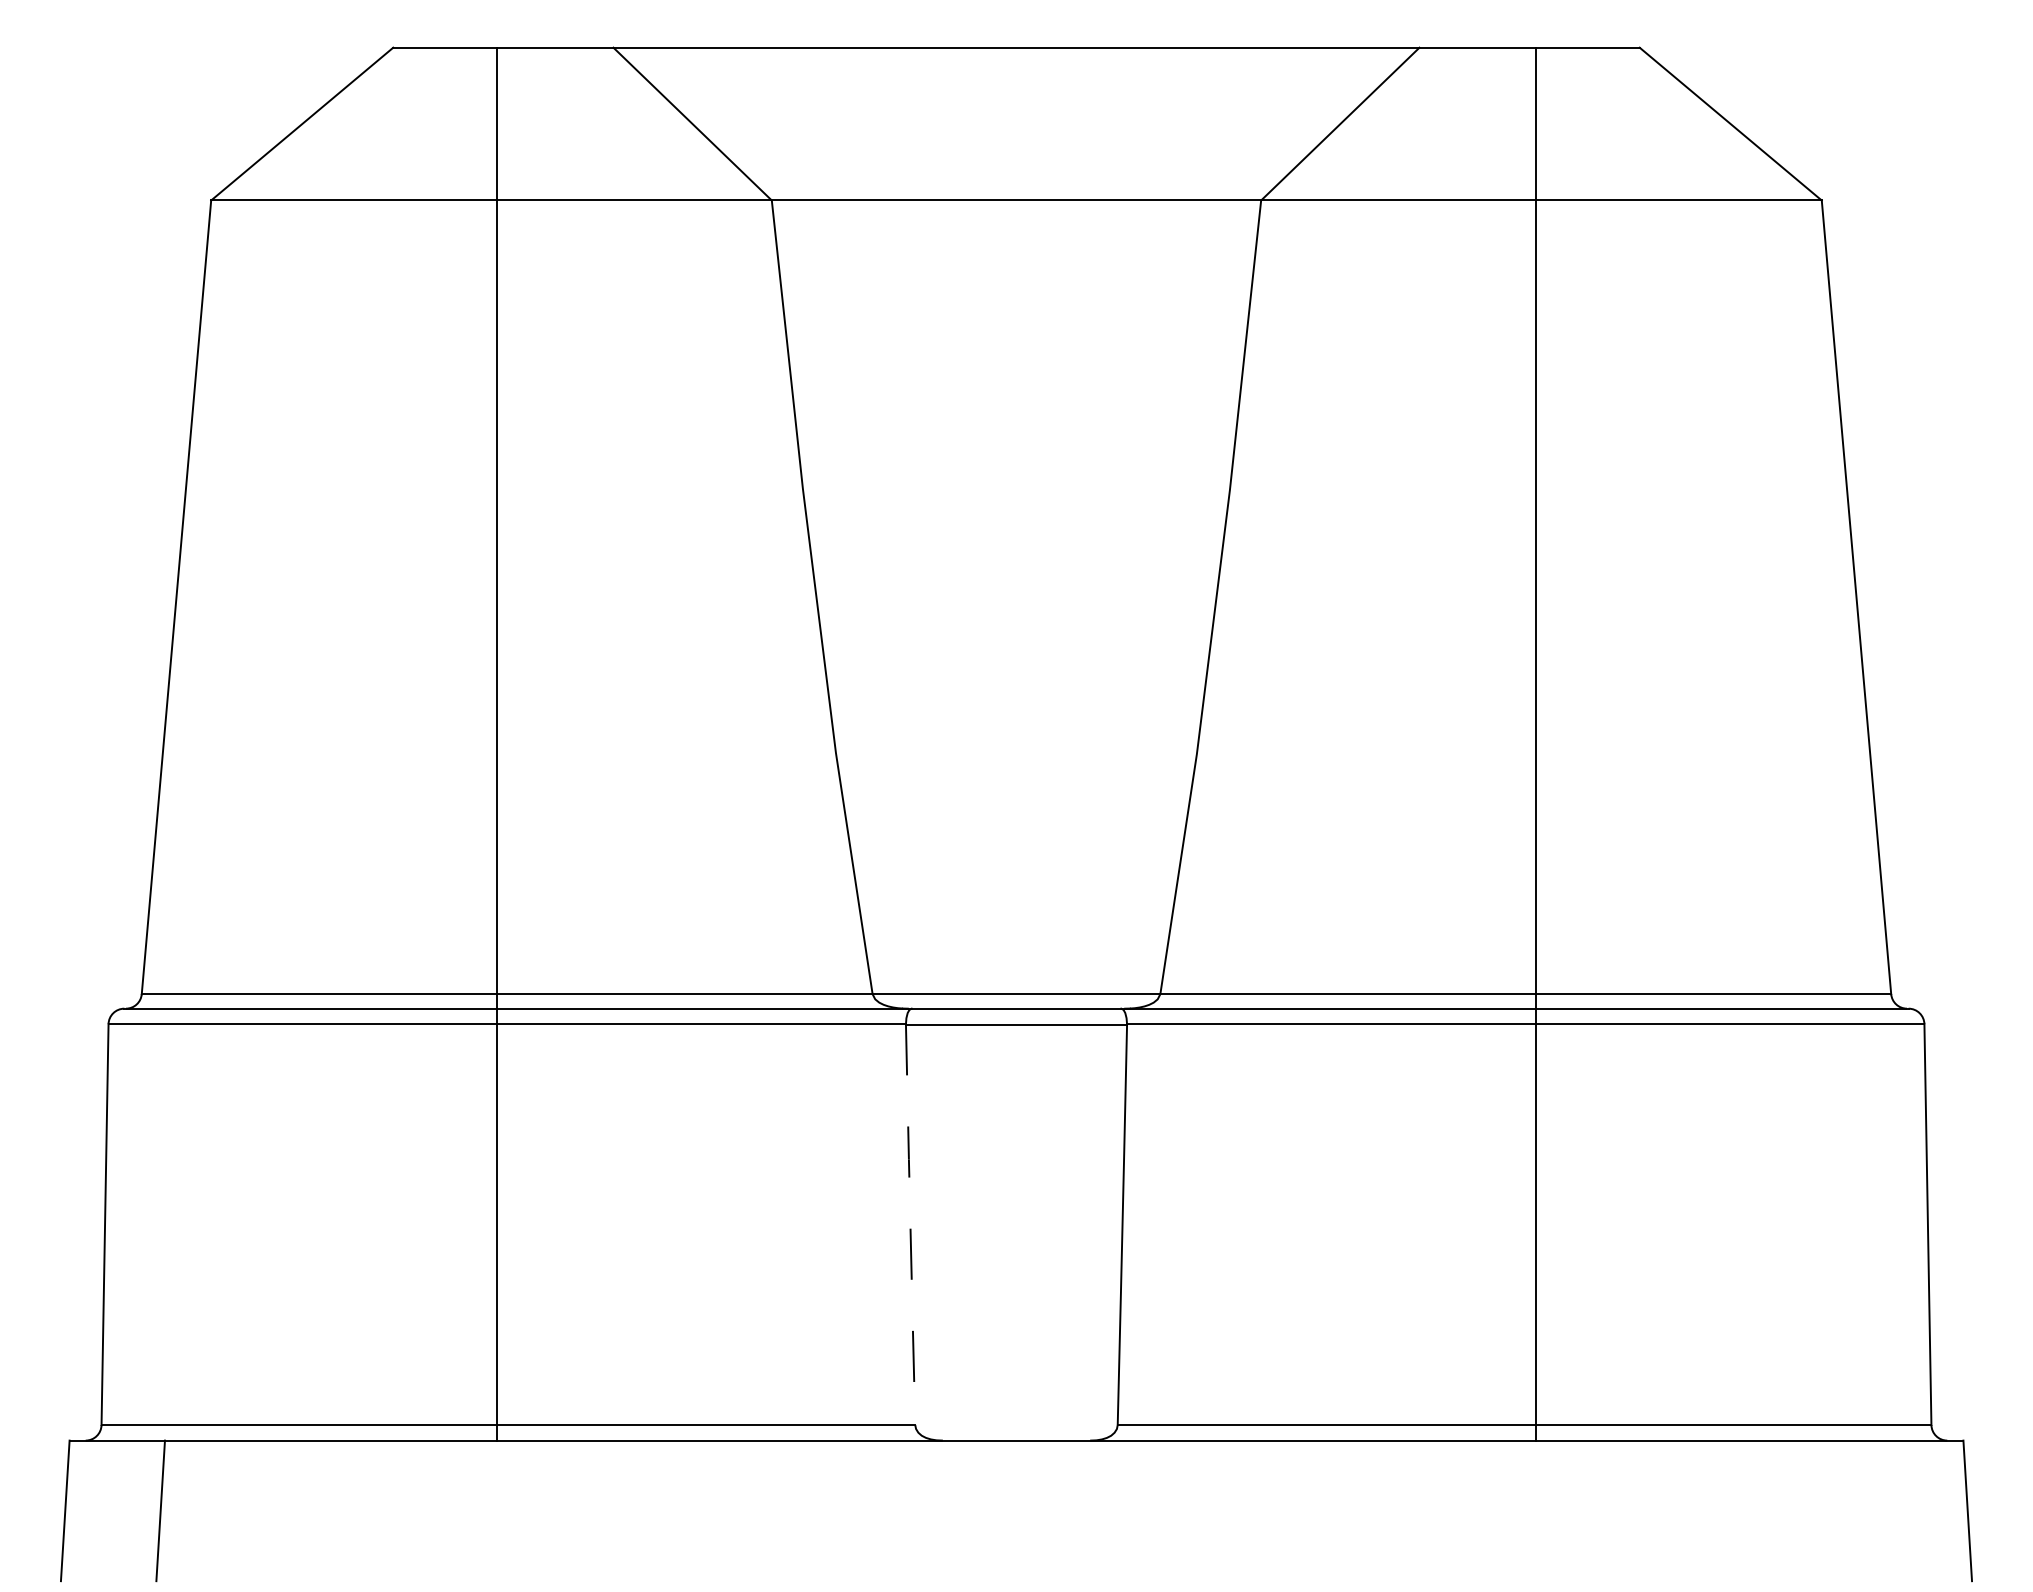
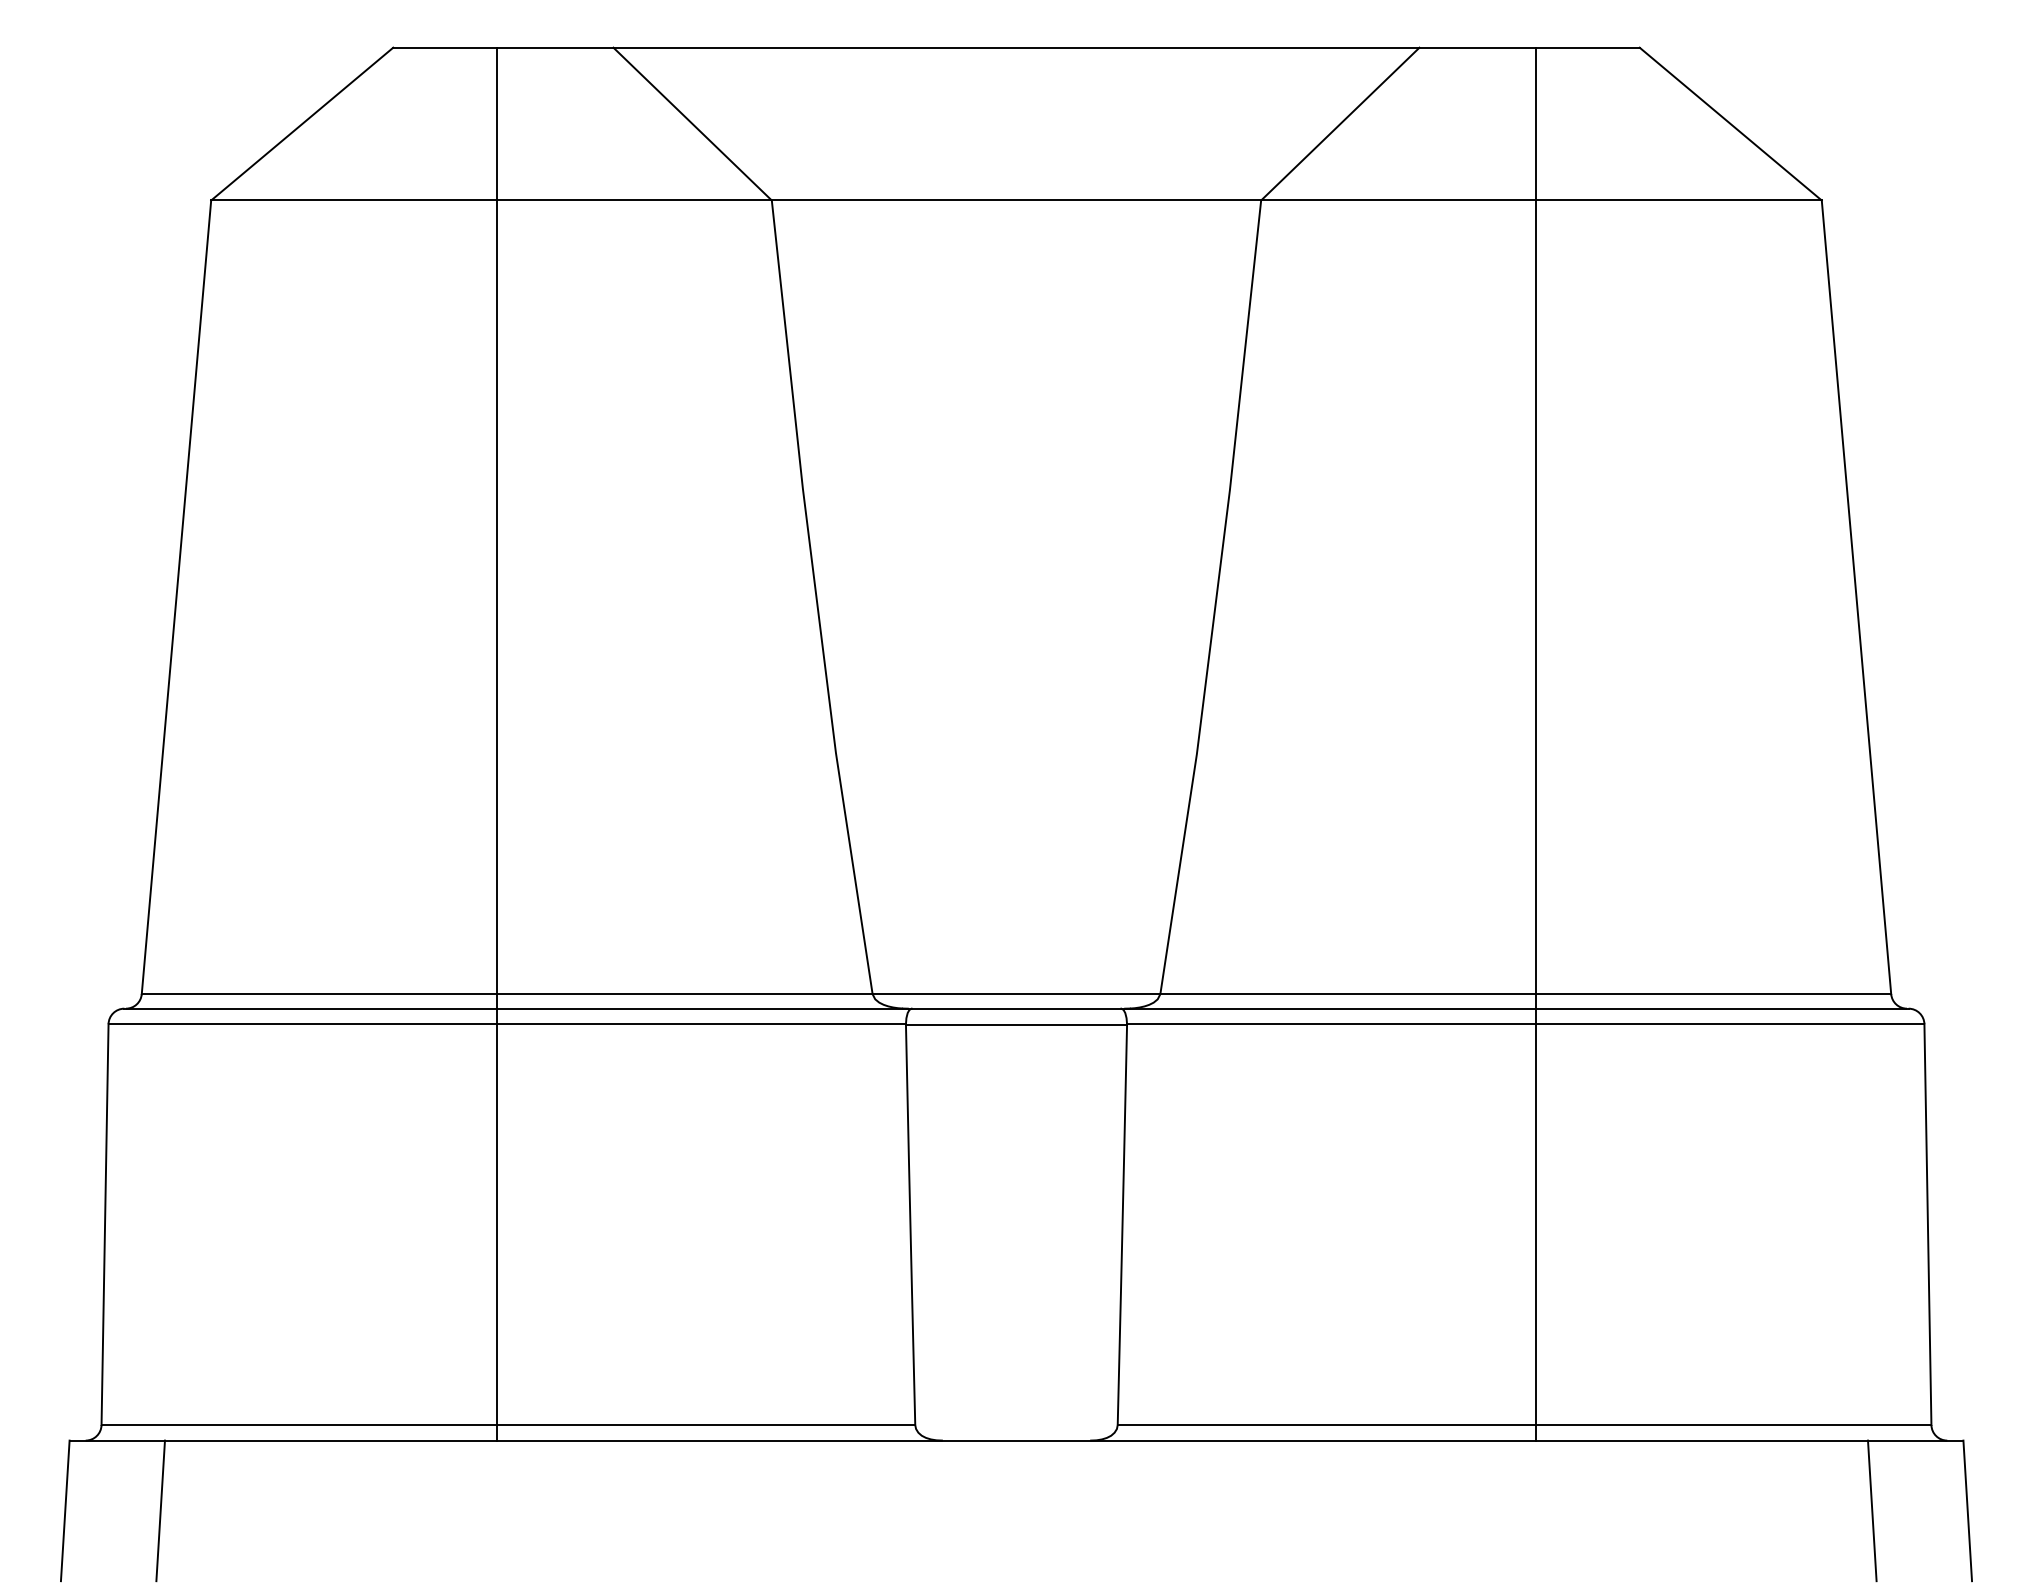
line at (910, 1225): dashed -> solid
line at (1871, 1510): none -> present
